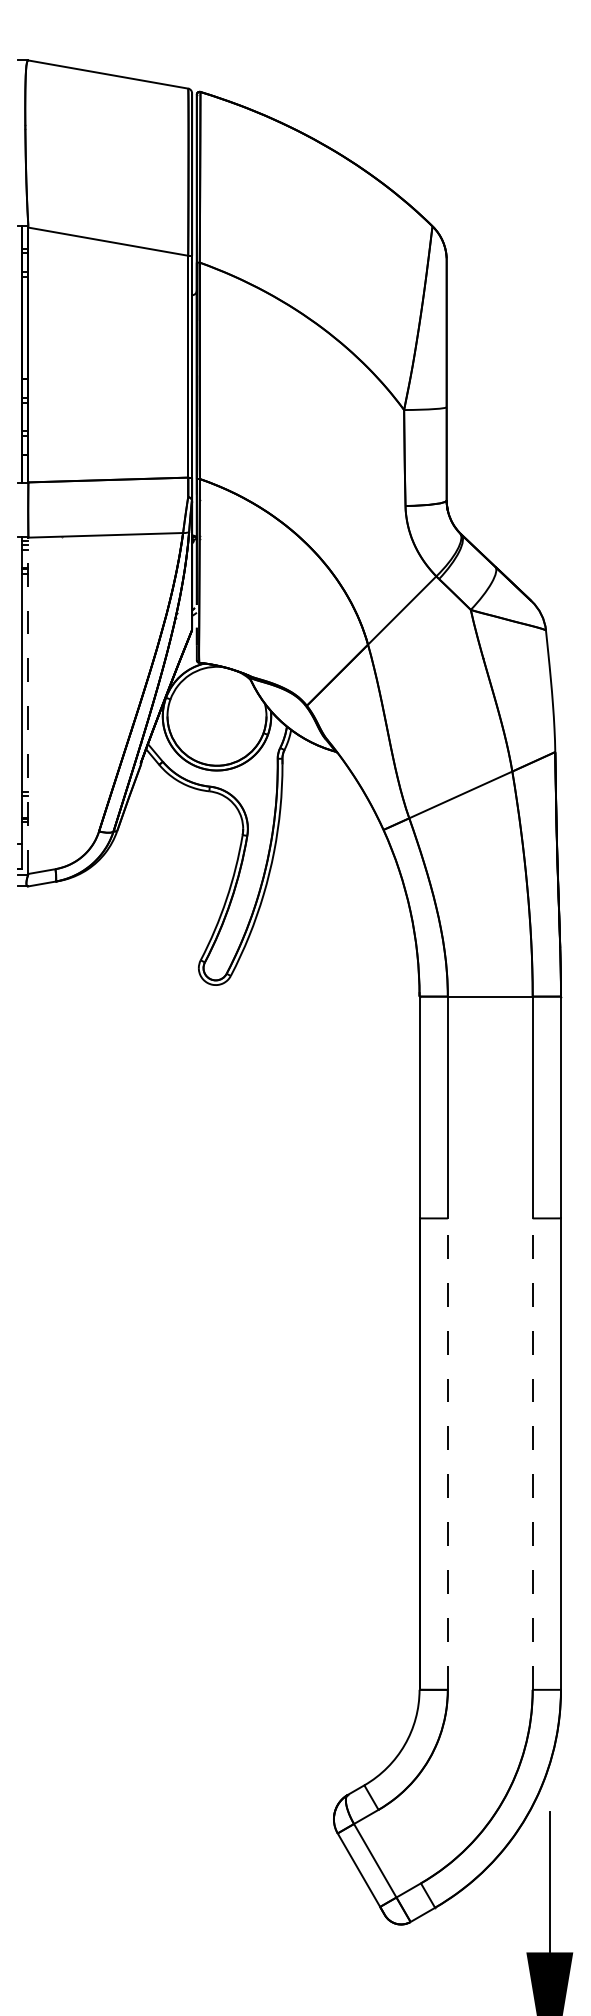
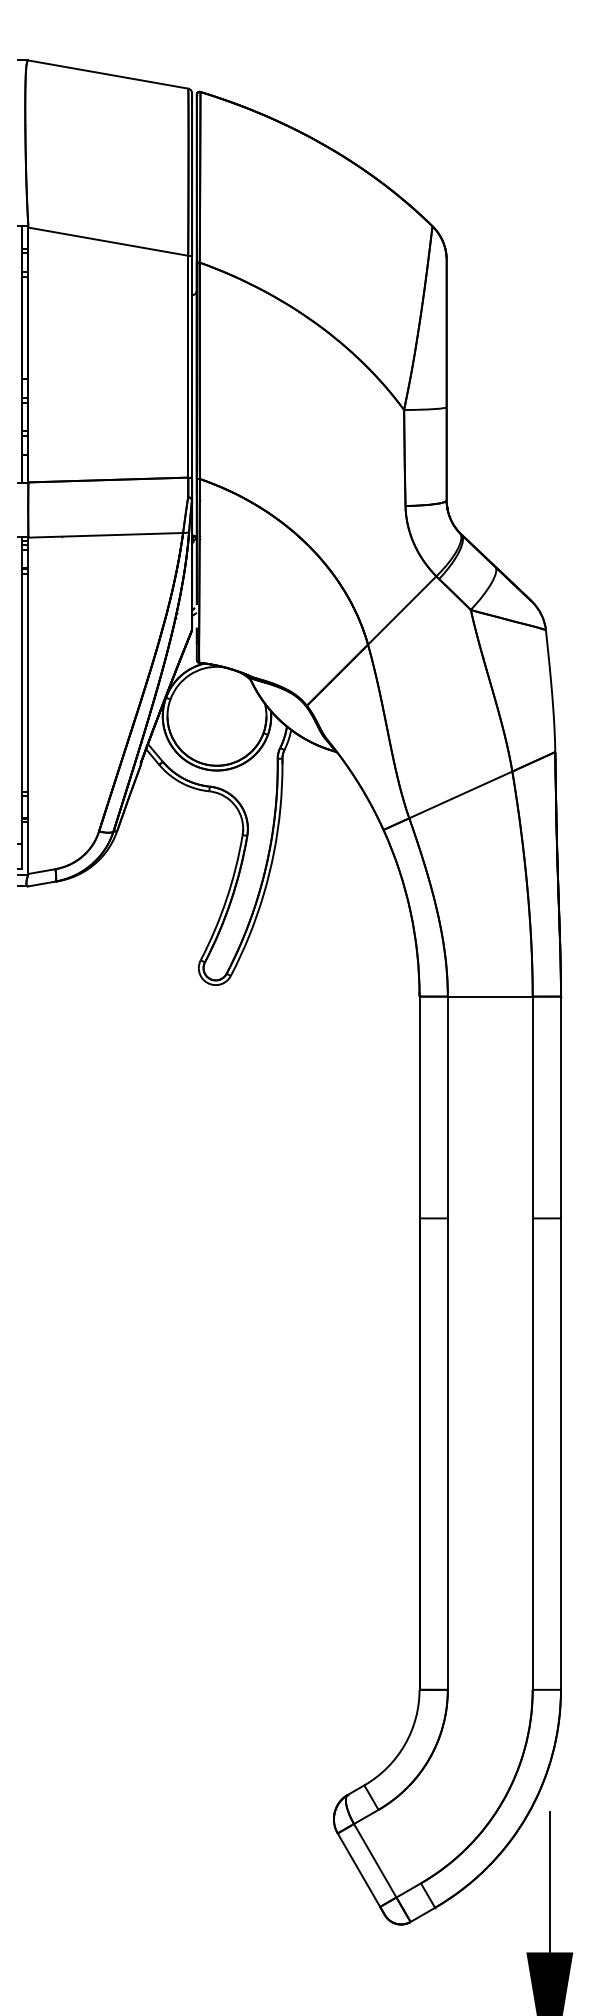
line at (28, 705): dashed -> solid
line at (447, 1454): dashed -> solid
line at (532, 1454): dashed -> solid
